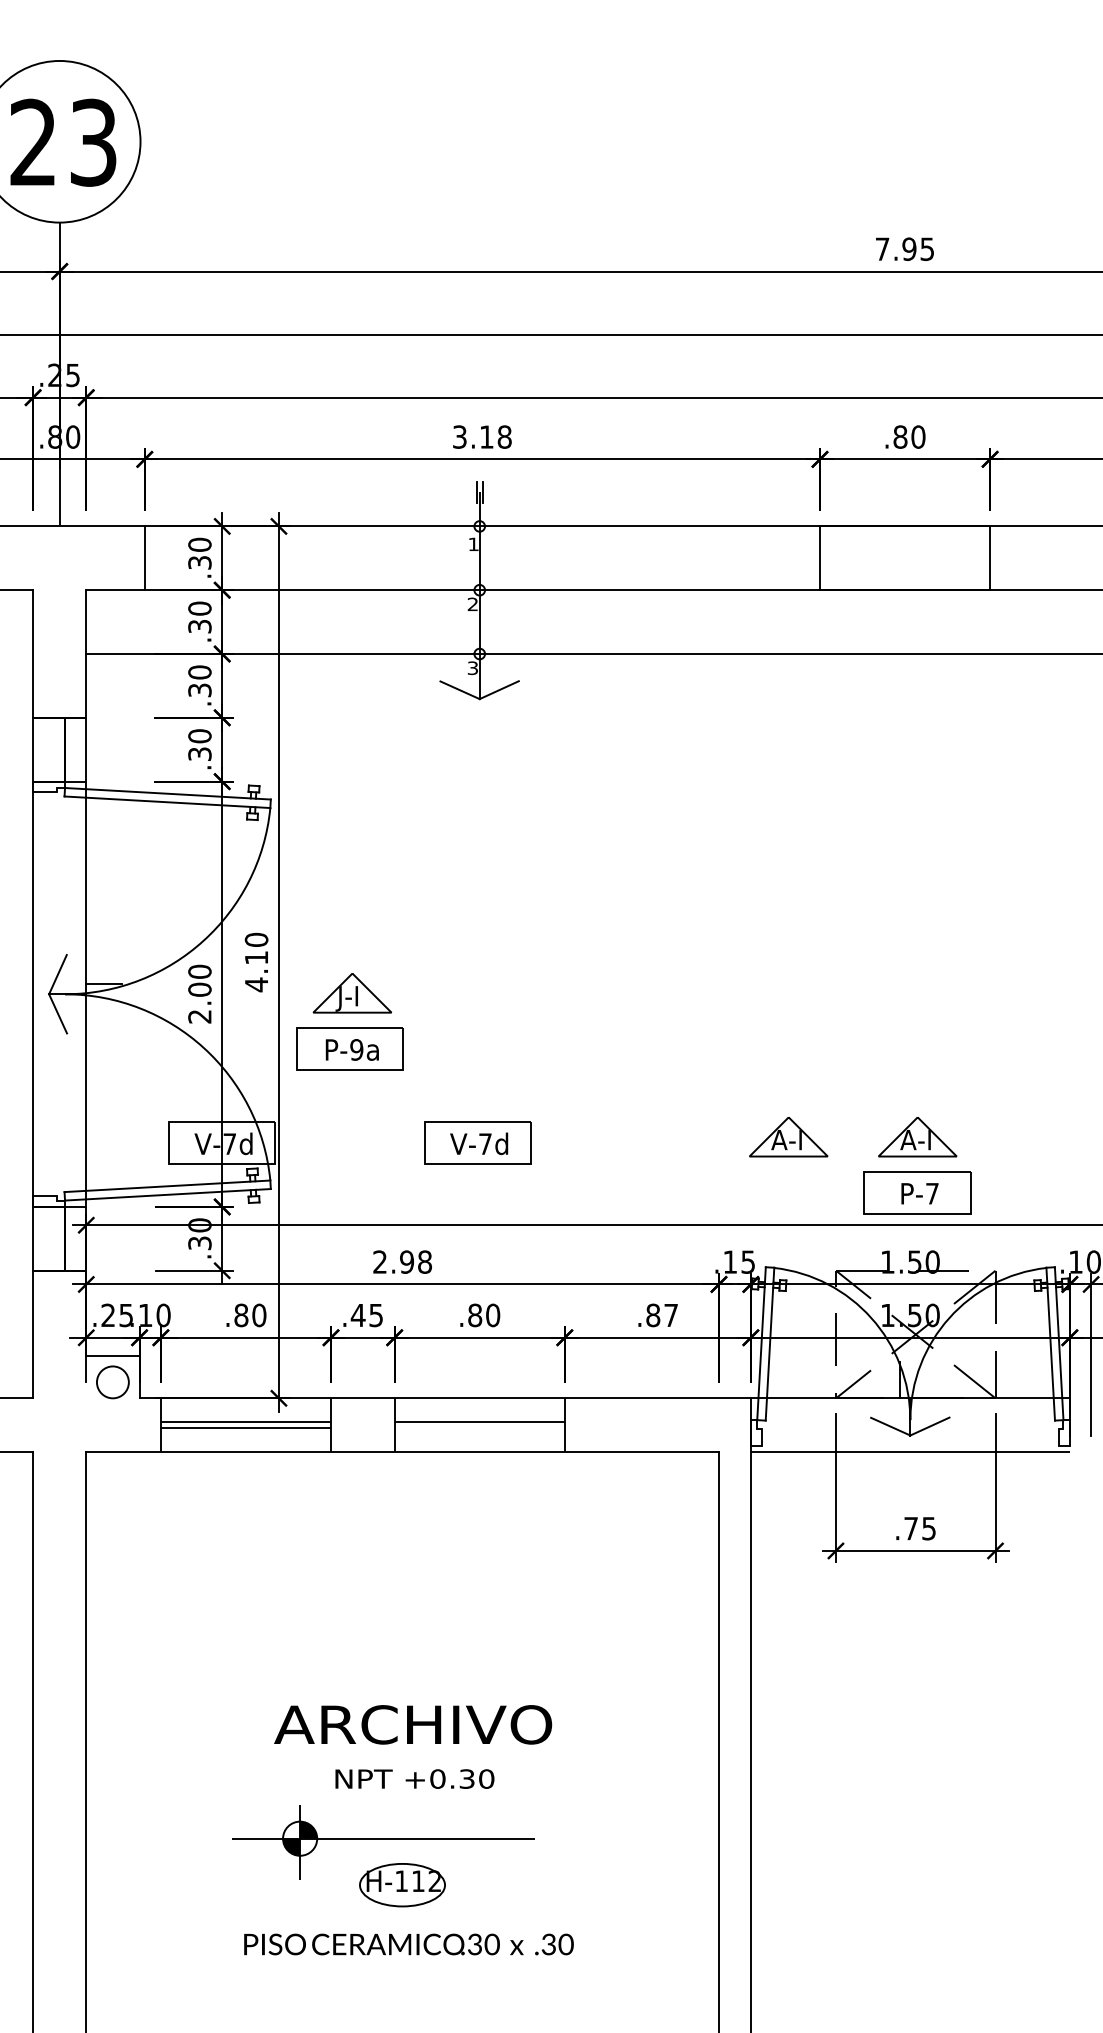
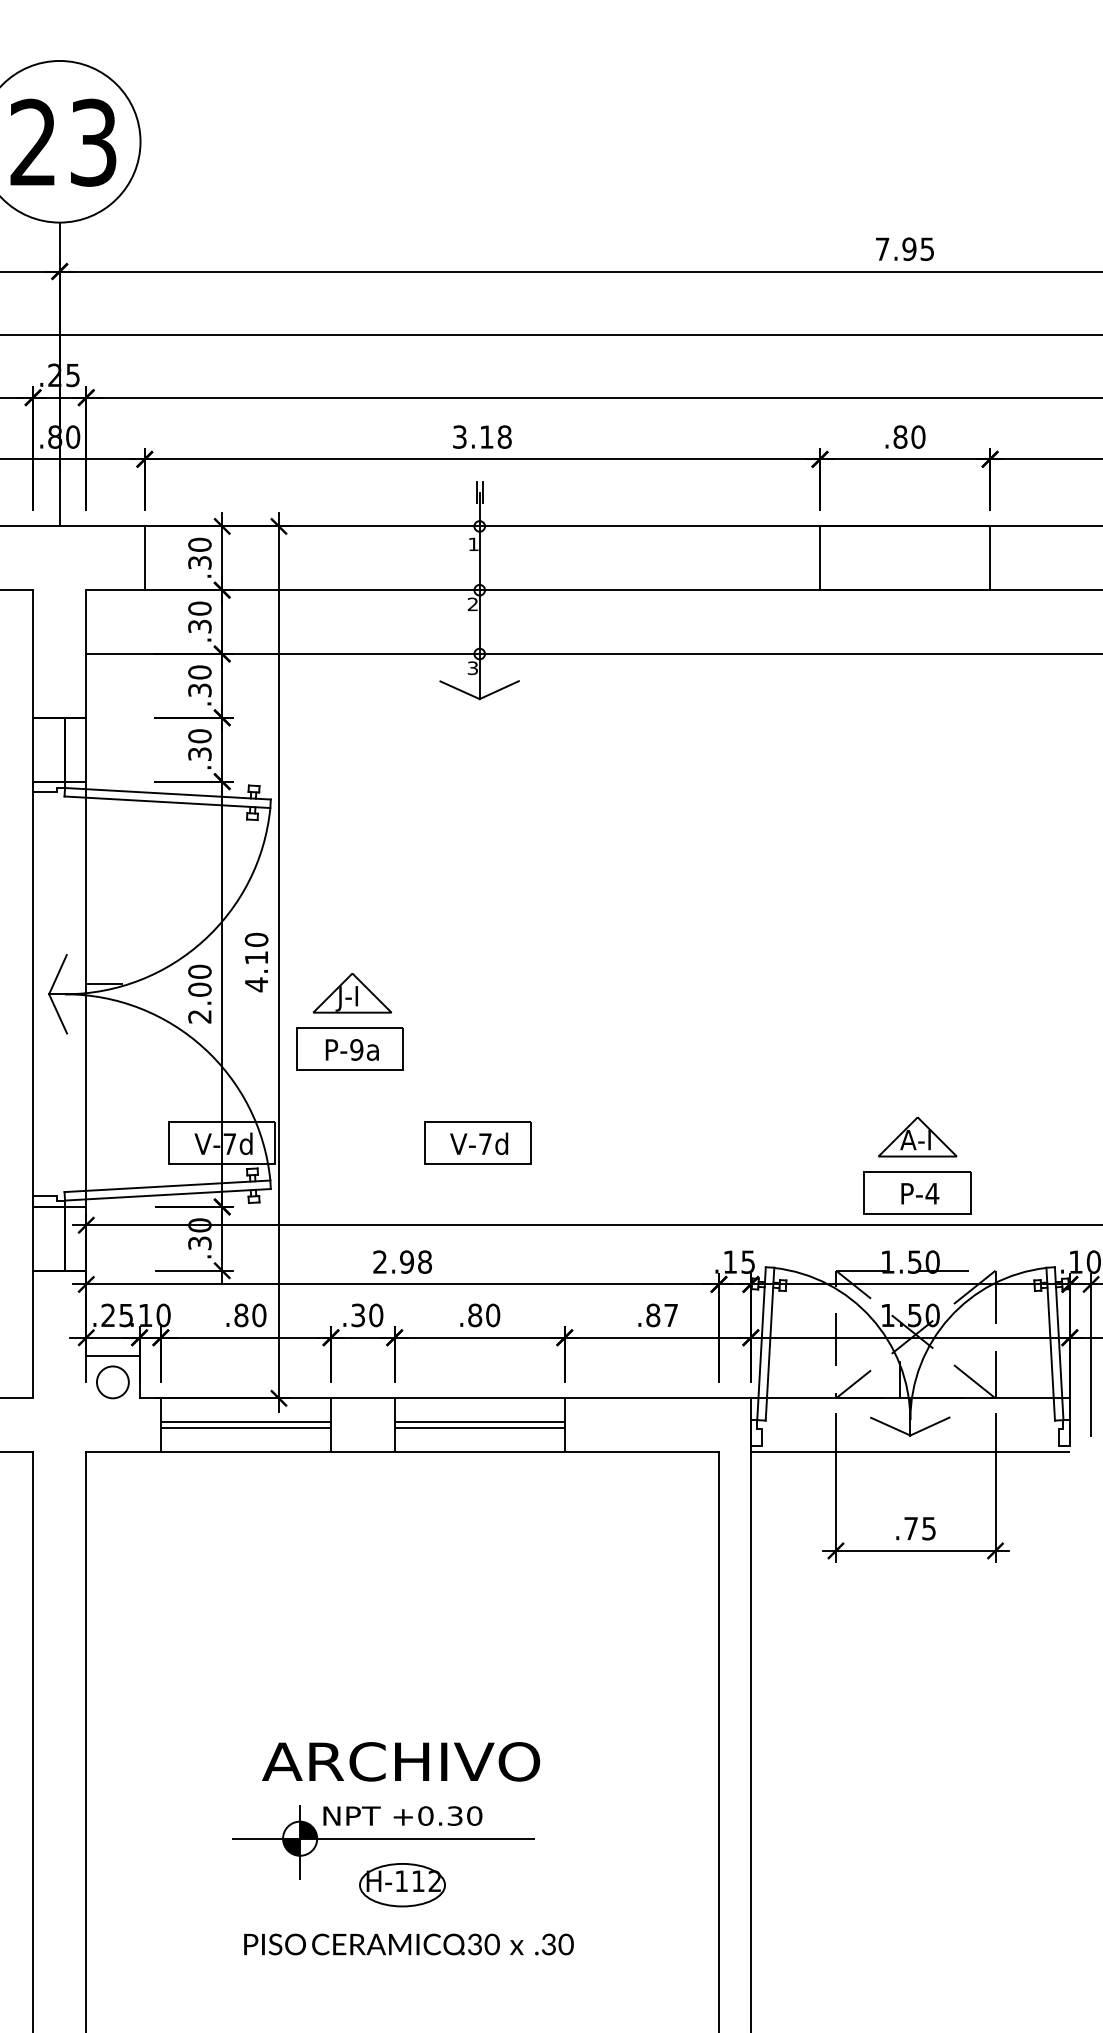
part at (788, 1137): present -> none
text at (932, 1193): P-7 -> P-4
text at (366, 1315): .45 -> .30
line at (479, 1427): none -> present
text at (413, 1746) position: (413, 1746) -> (401, 1783)
